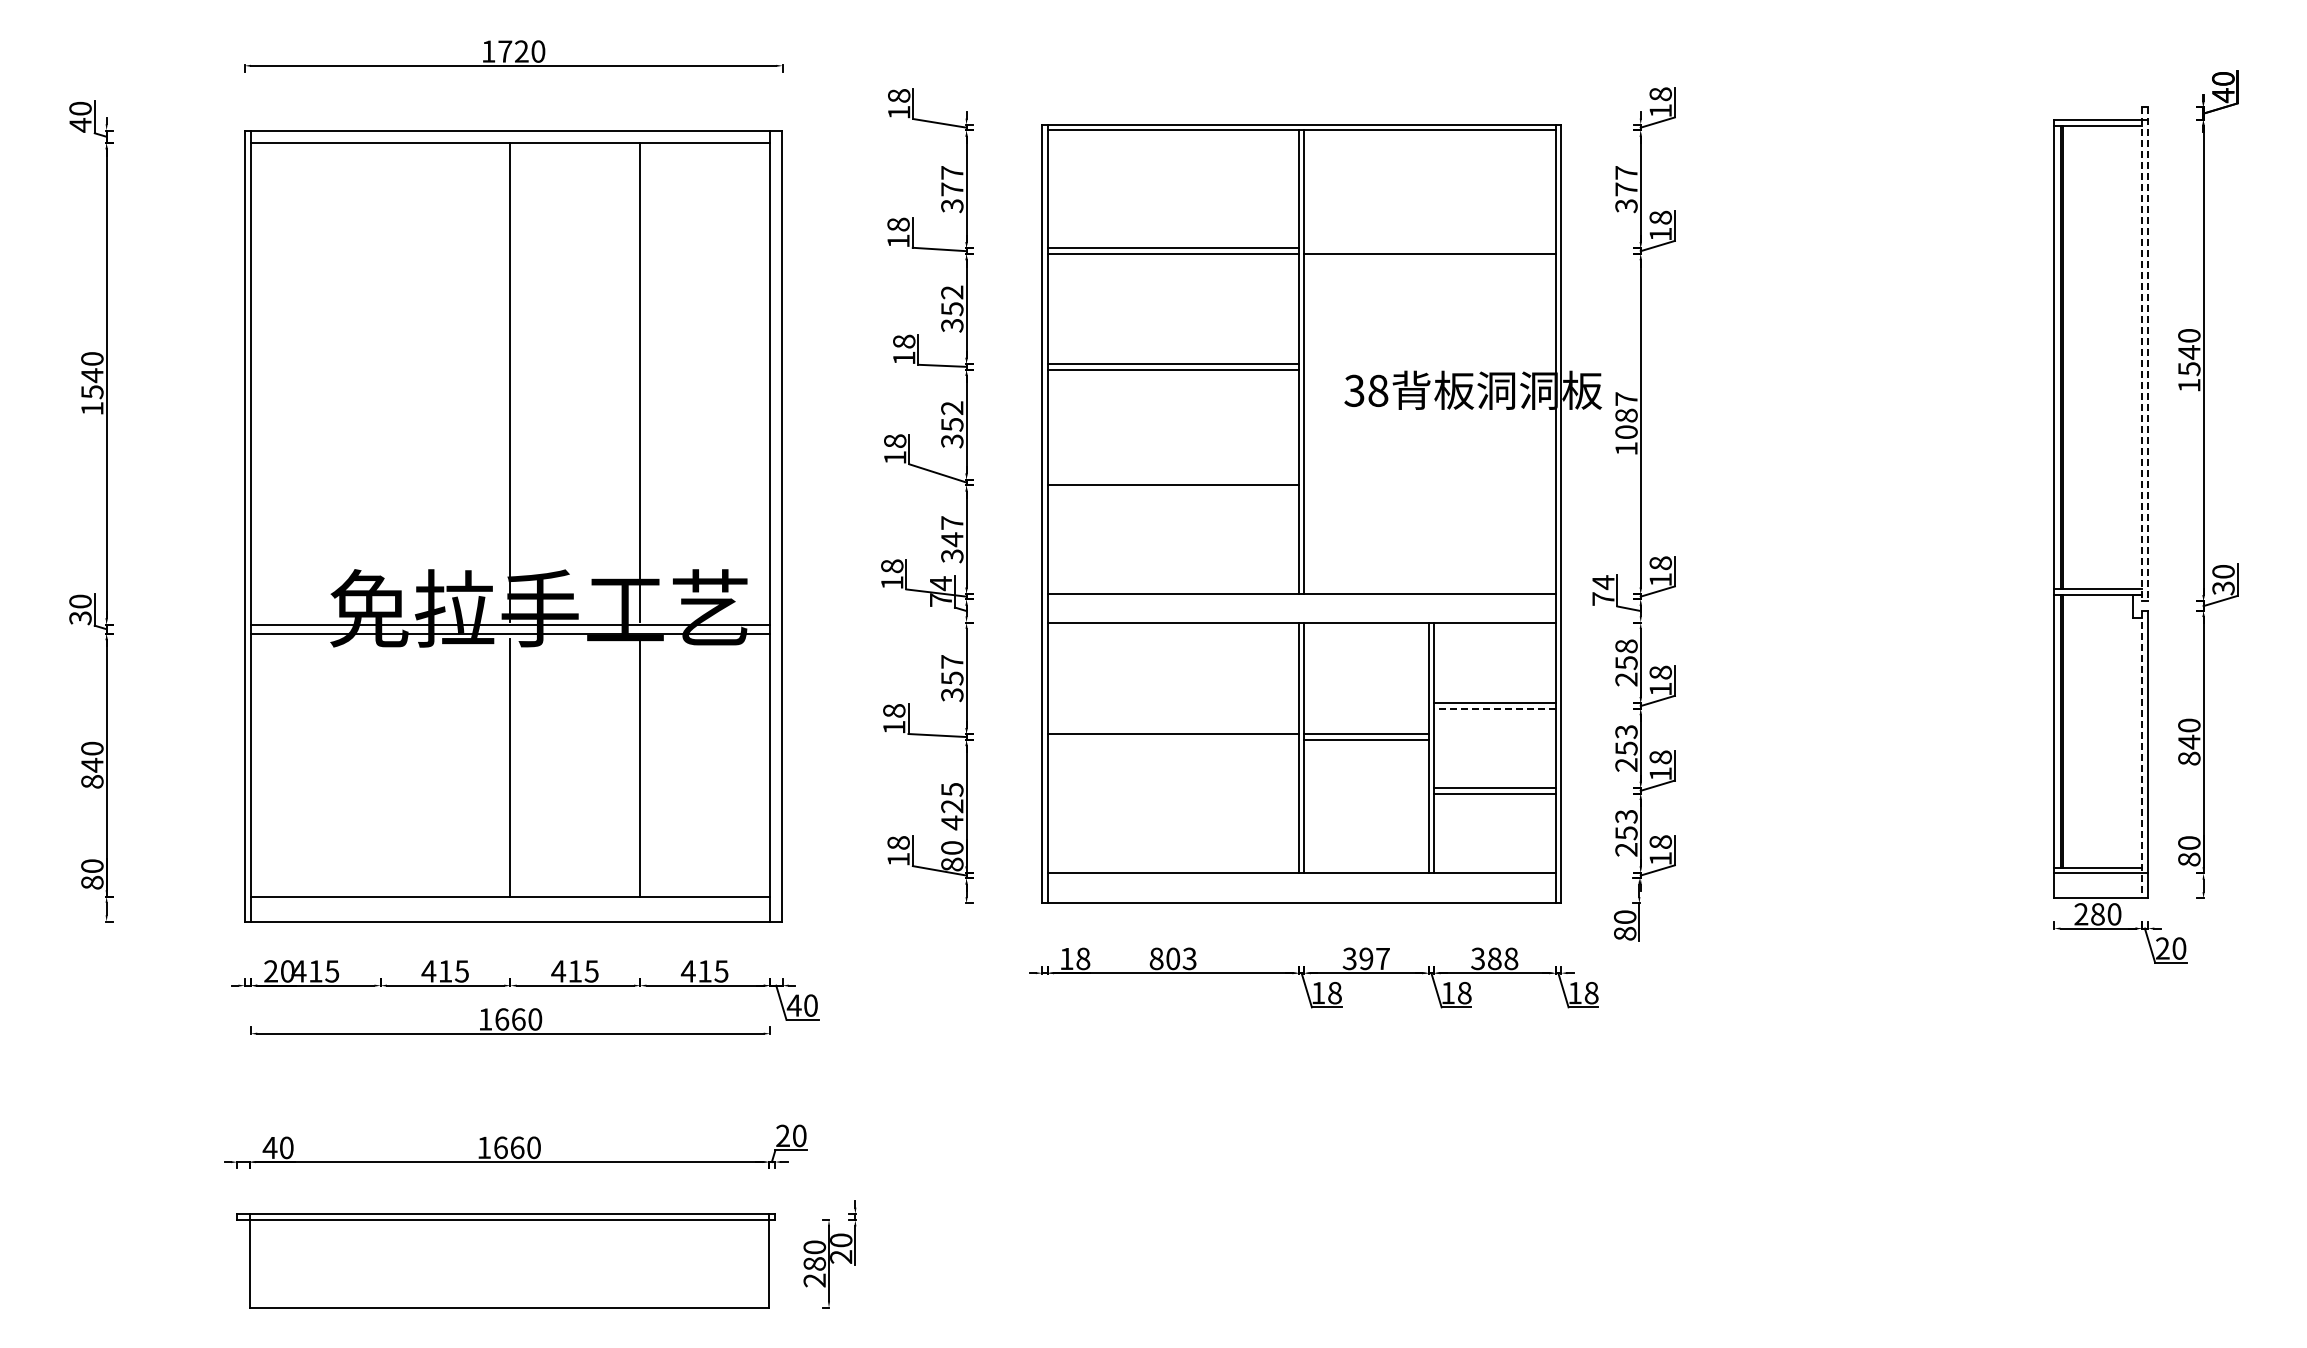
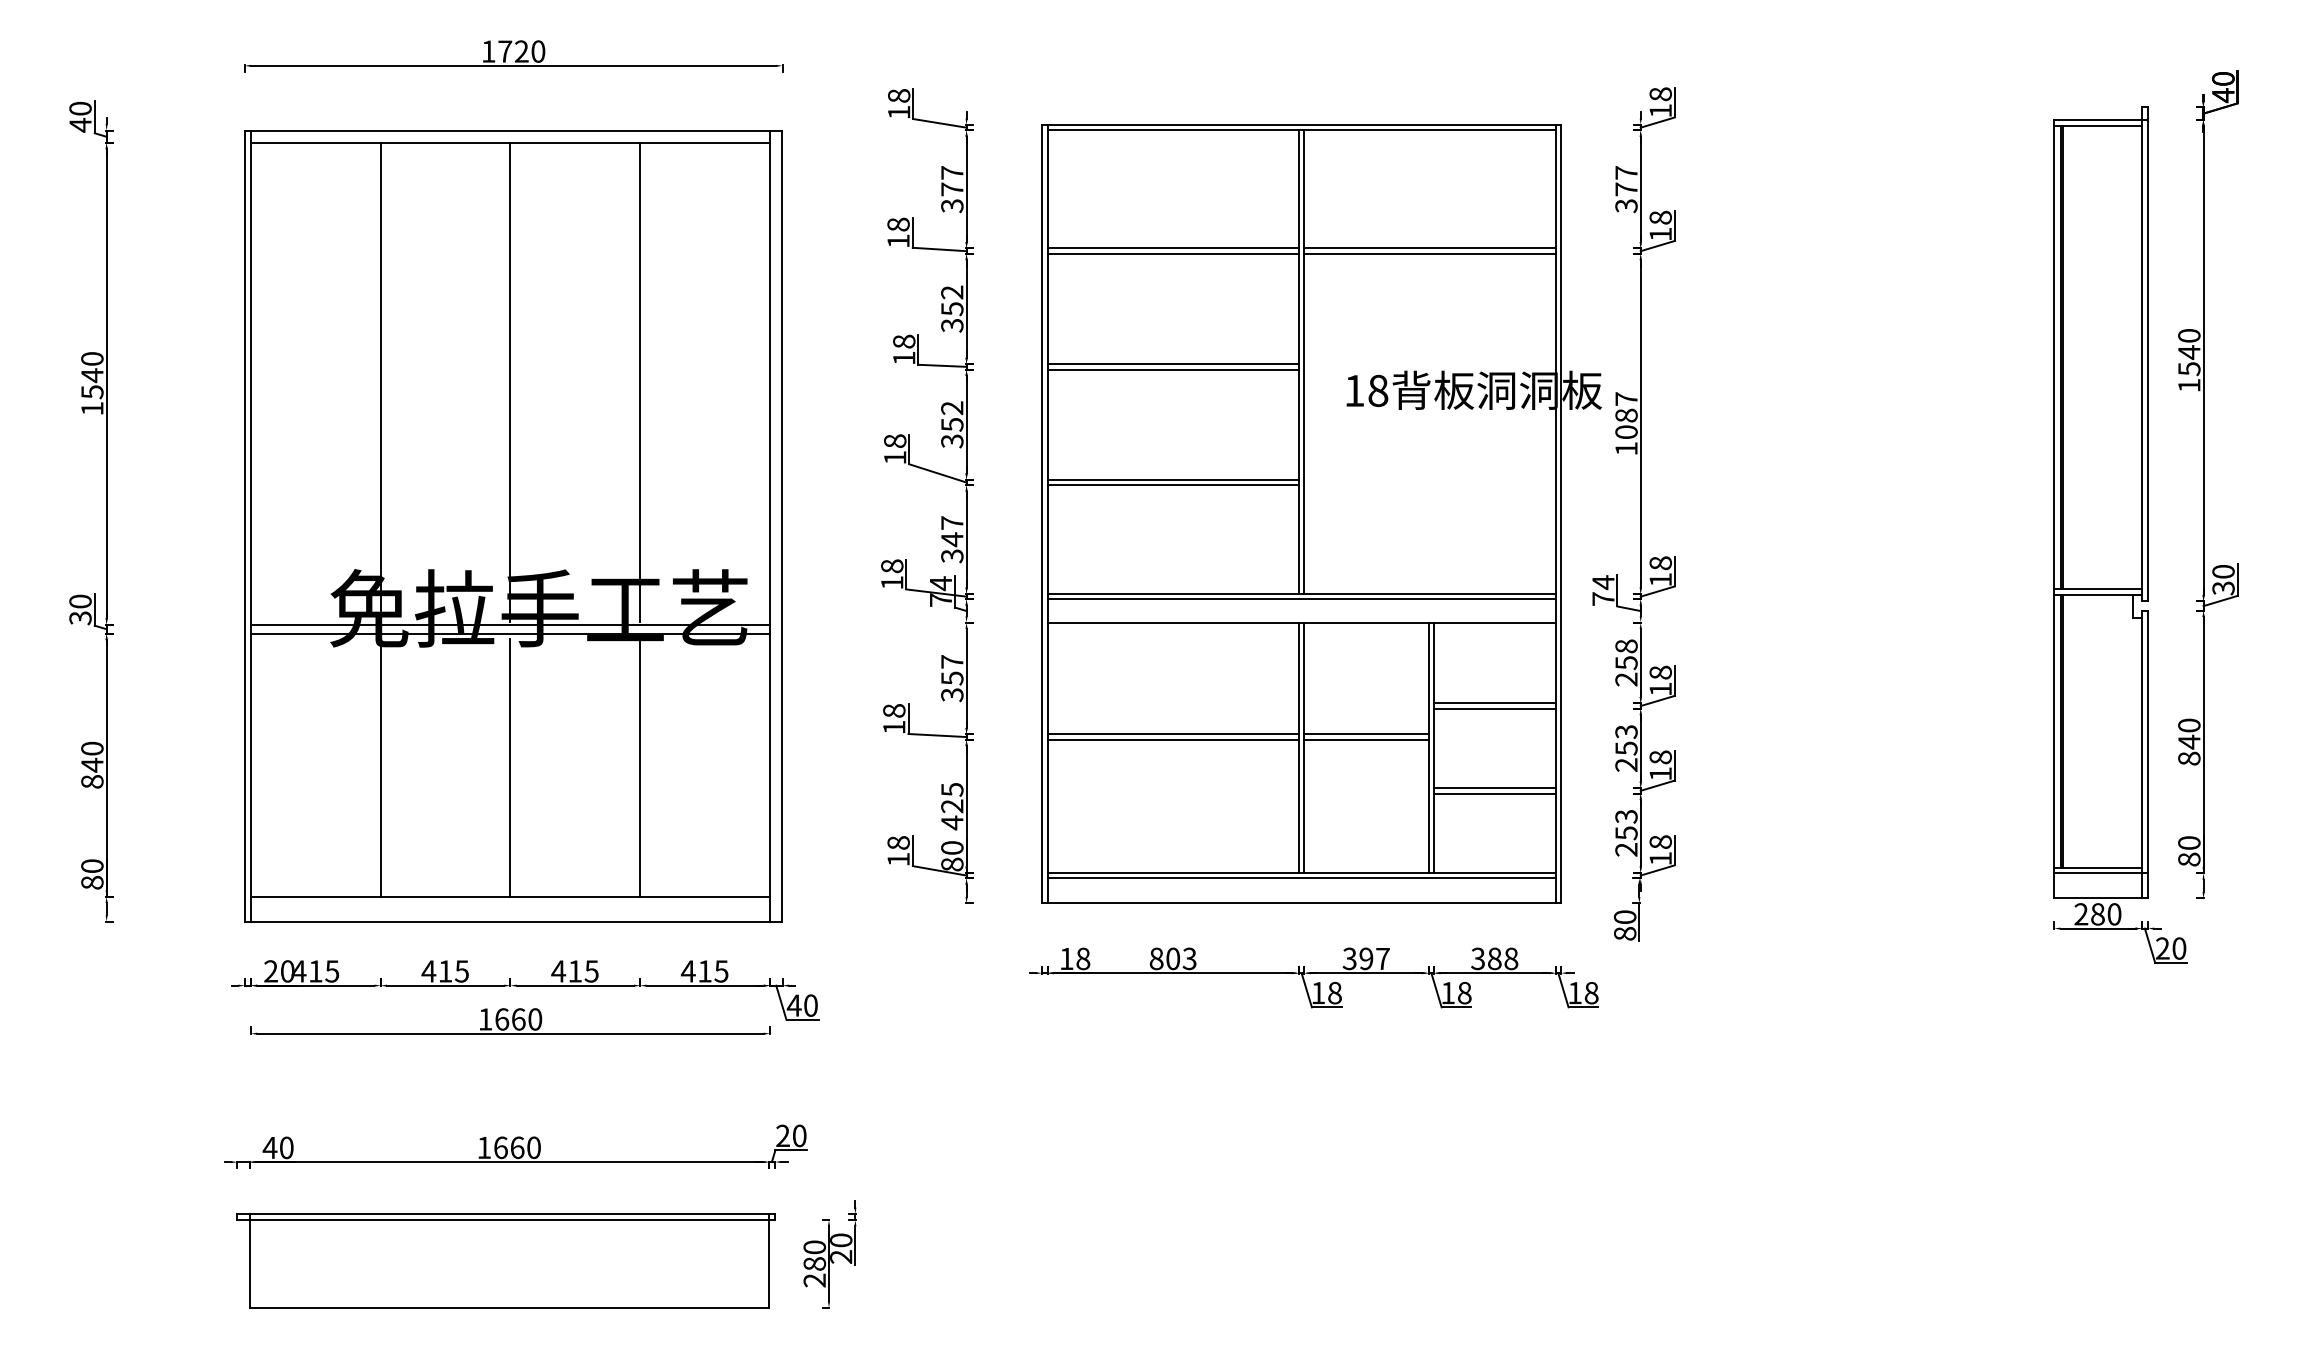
line at (1429, 248): none -> present
line at (2141, 354): dashed -> solid
line at (2148, 354): dashed -> solid
line at (380, 382): none -> present
text at (1354, 390): 38 -> 18
line at (1172, 479): none -> present
line at (1301, 599): none -> present
line at (1494, 708): dashed -> solid
line at (1172, 739): none -> present
line at (2141, 754): dashed -> solid
line at (380, 767): none -> present
line at (1301, 878): none -> present
